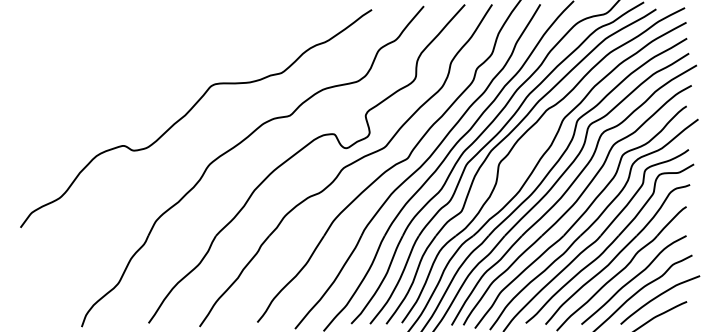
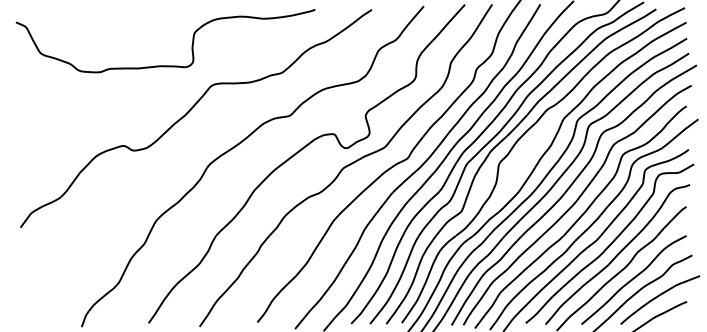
curve at (165, 65): none -> present
